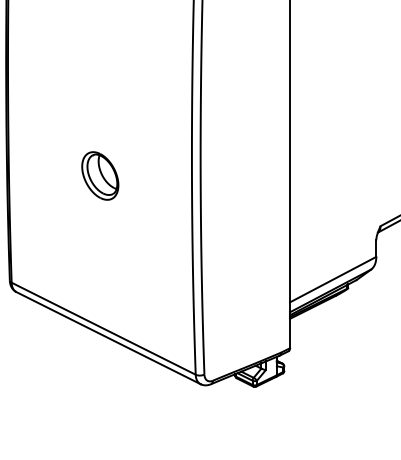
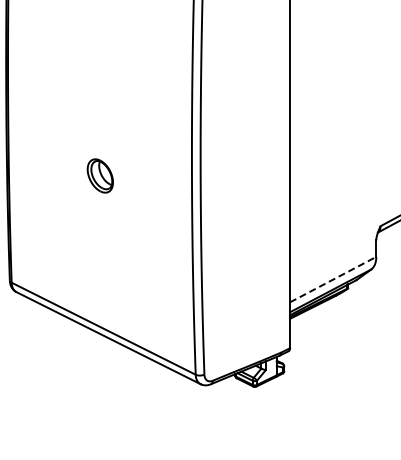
part at (100, 175) size: 39x50 px -> 28x36 px
line at (333, 279): solid -> dashed
